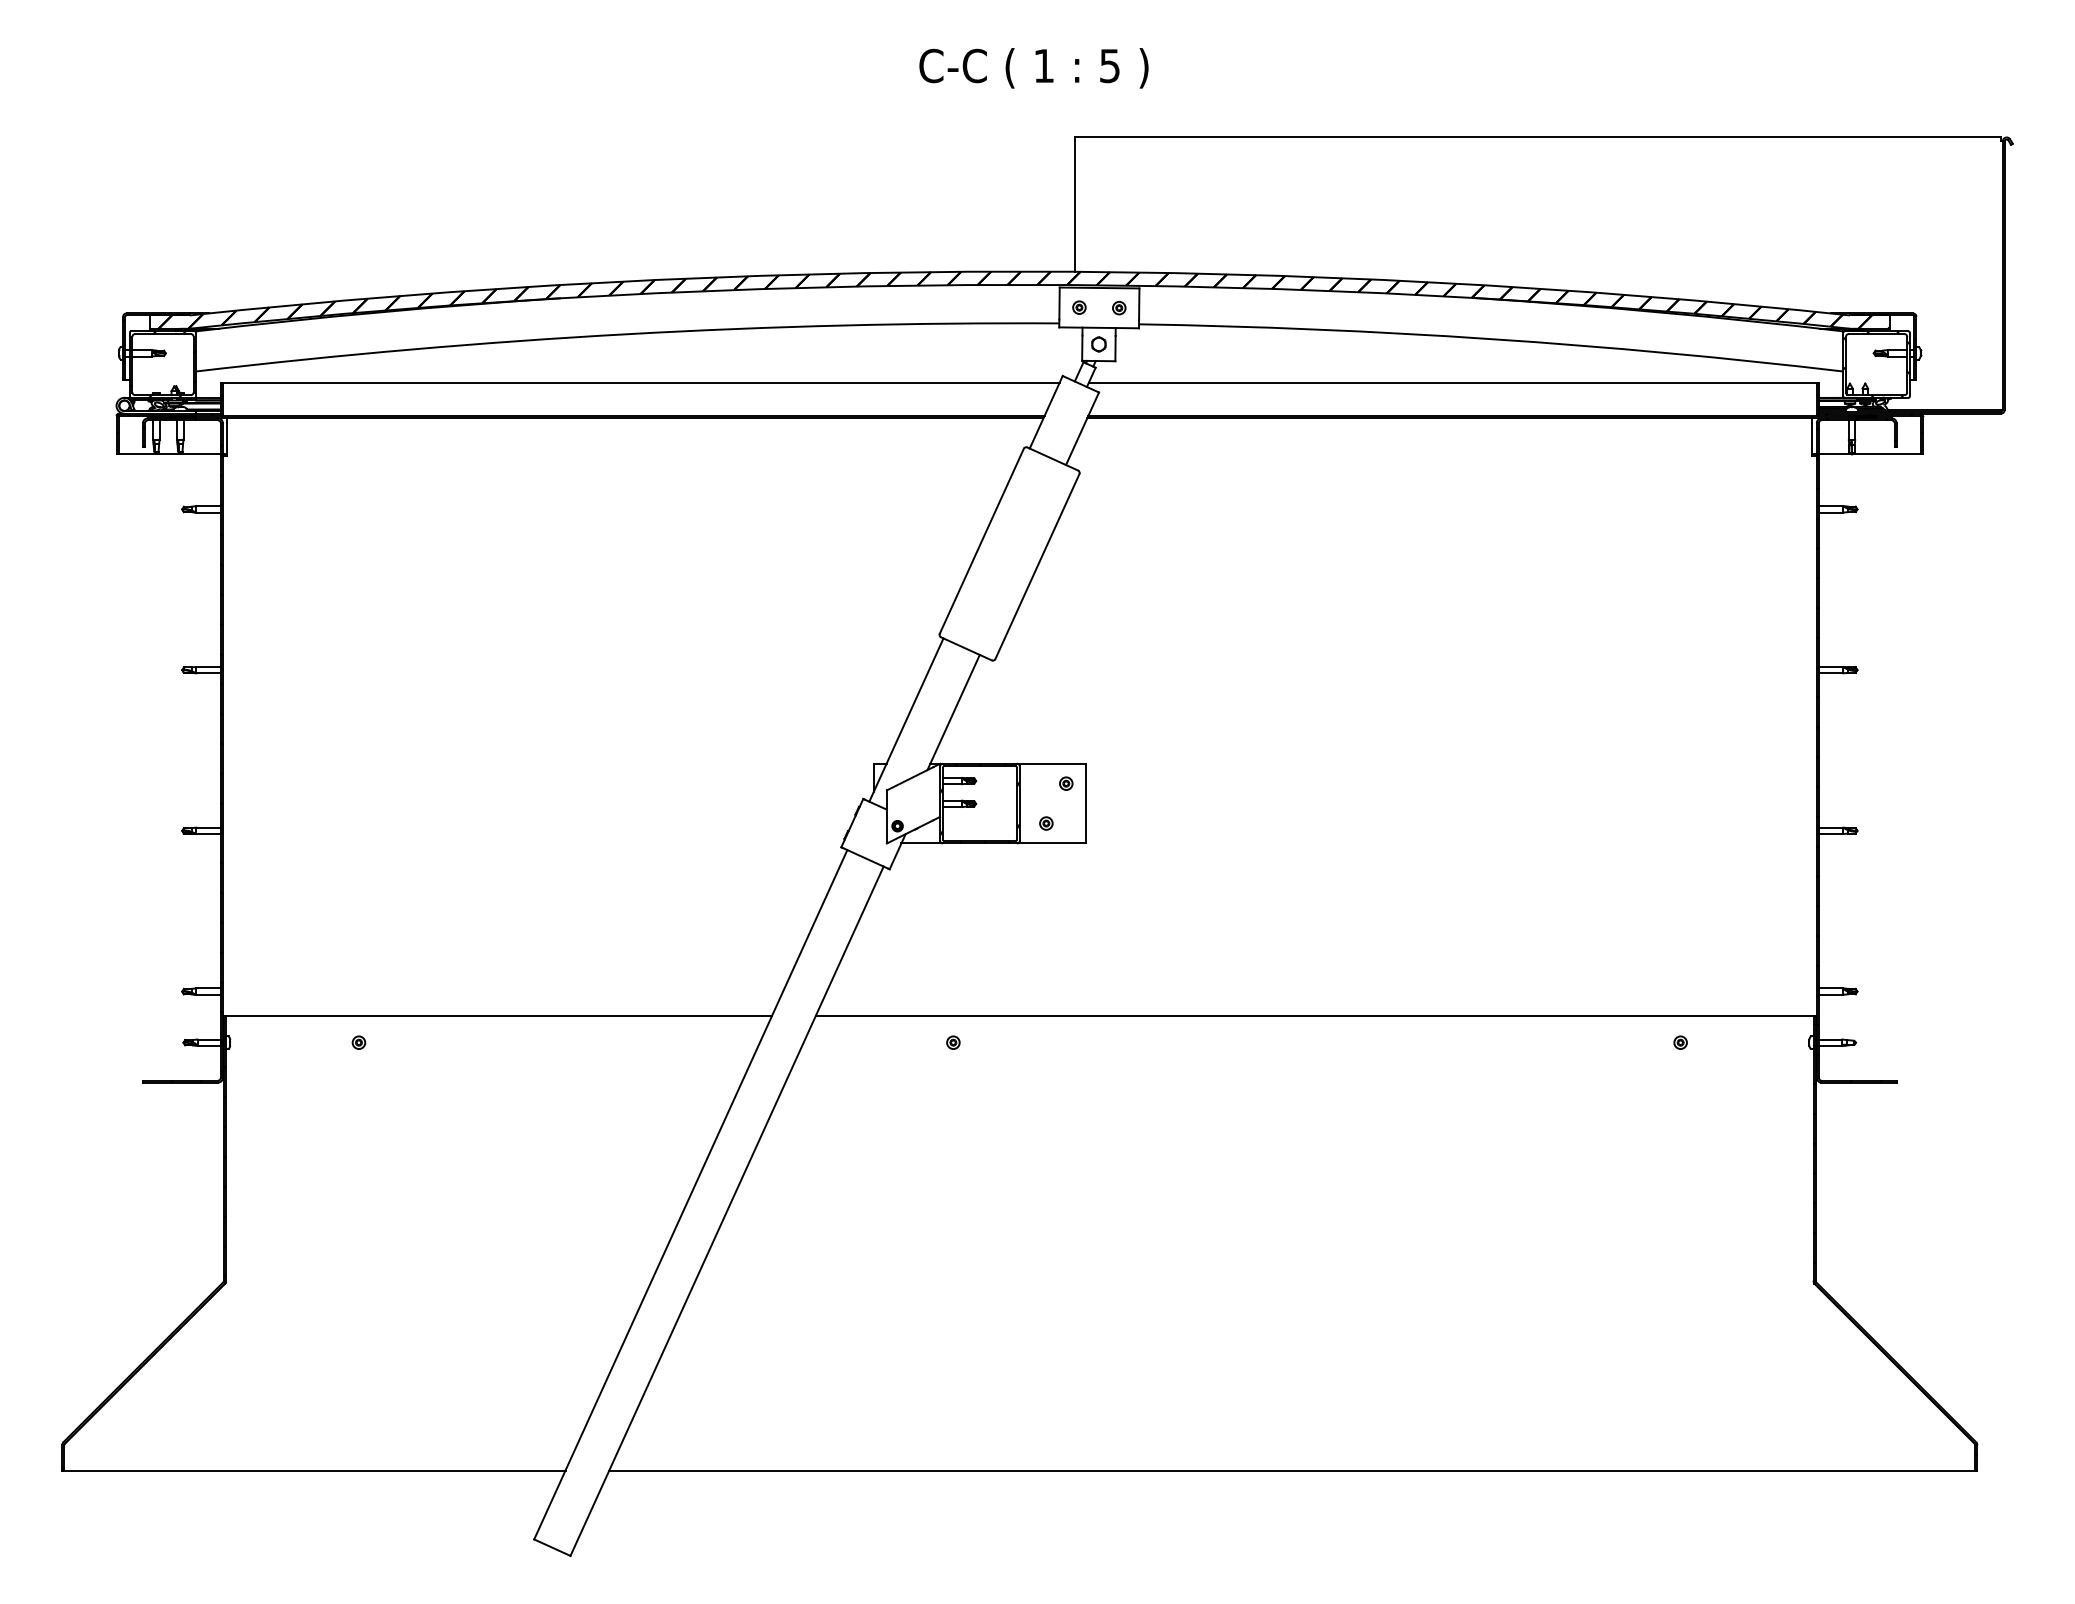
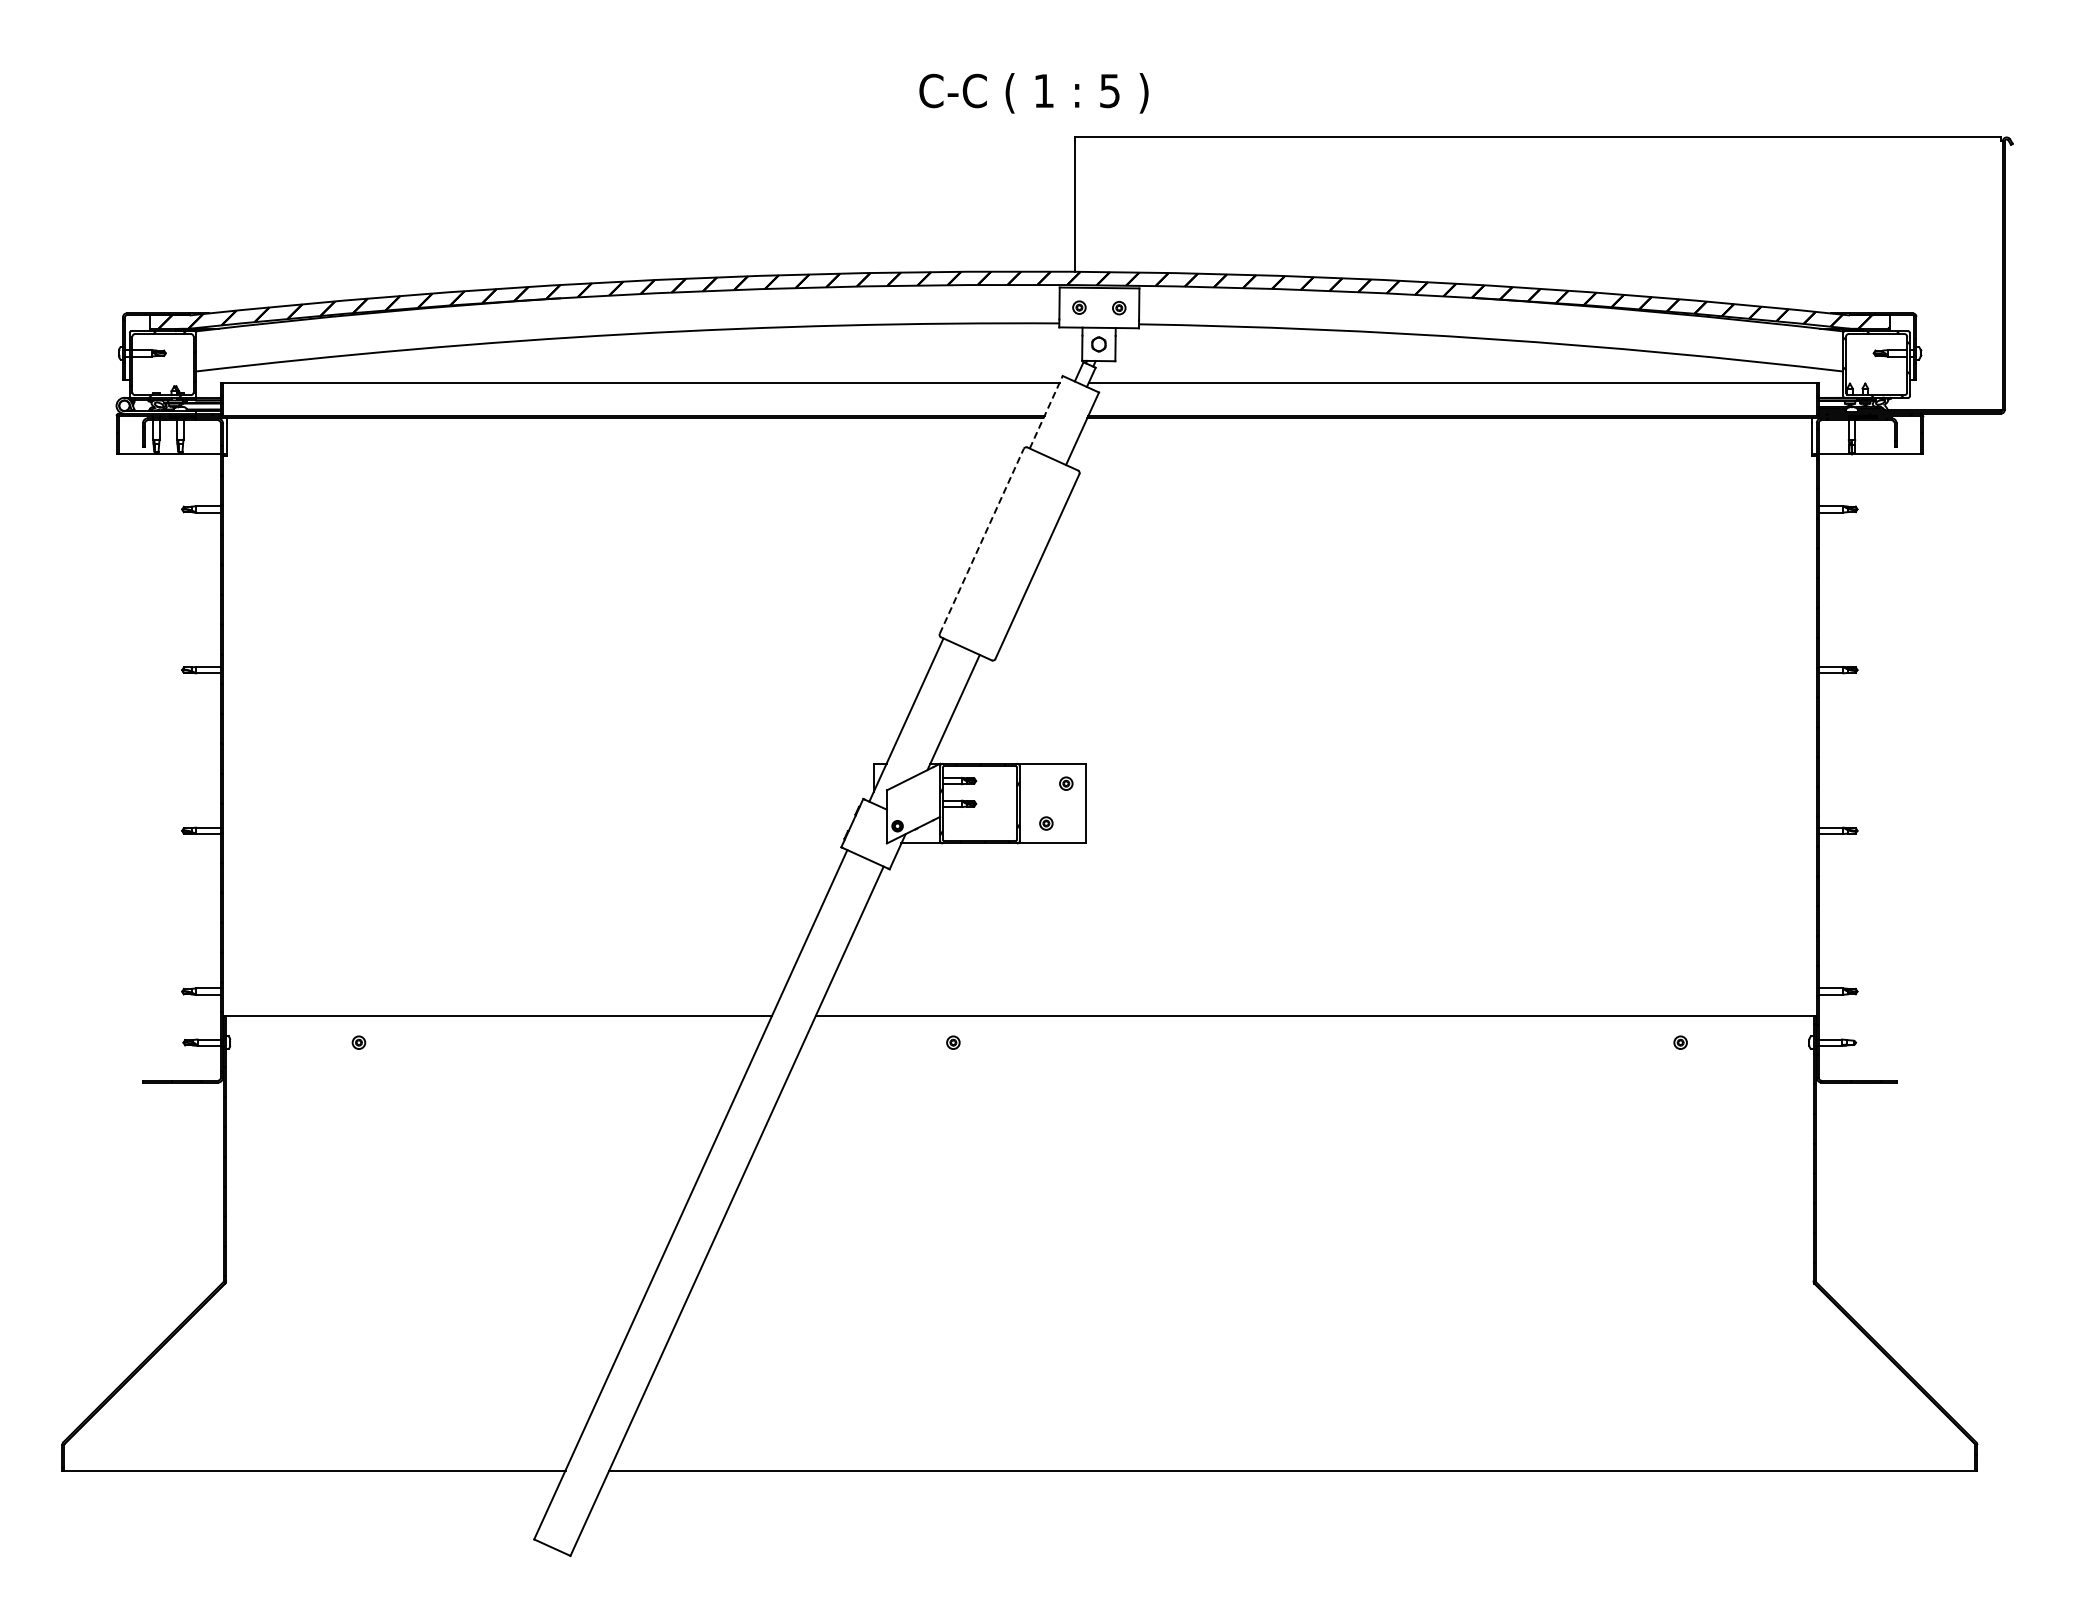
text at (1033, 68) position: (1033, 68) -> (1033, 93)
line at (1046, 412): solid -> dashed
line at (981, 541): solid -> dashed
